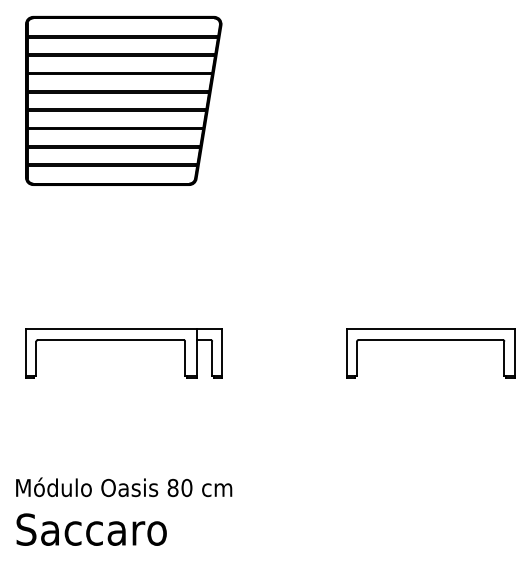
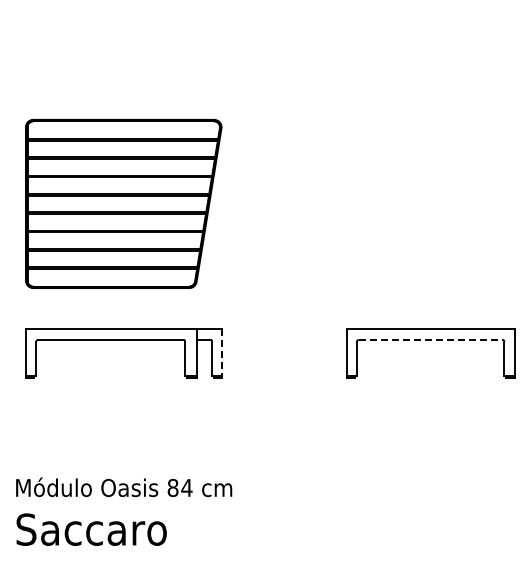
part at (123, 100) position: (123, 100) -> (123, 203)
line at (431, 339): solid -> dashed
line at (221, 354): solid -> dashed
text at (186, 487): 80 -> 84
